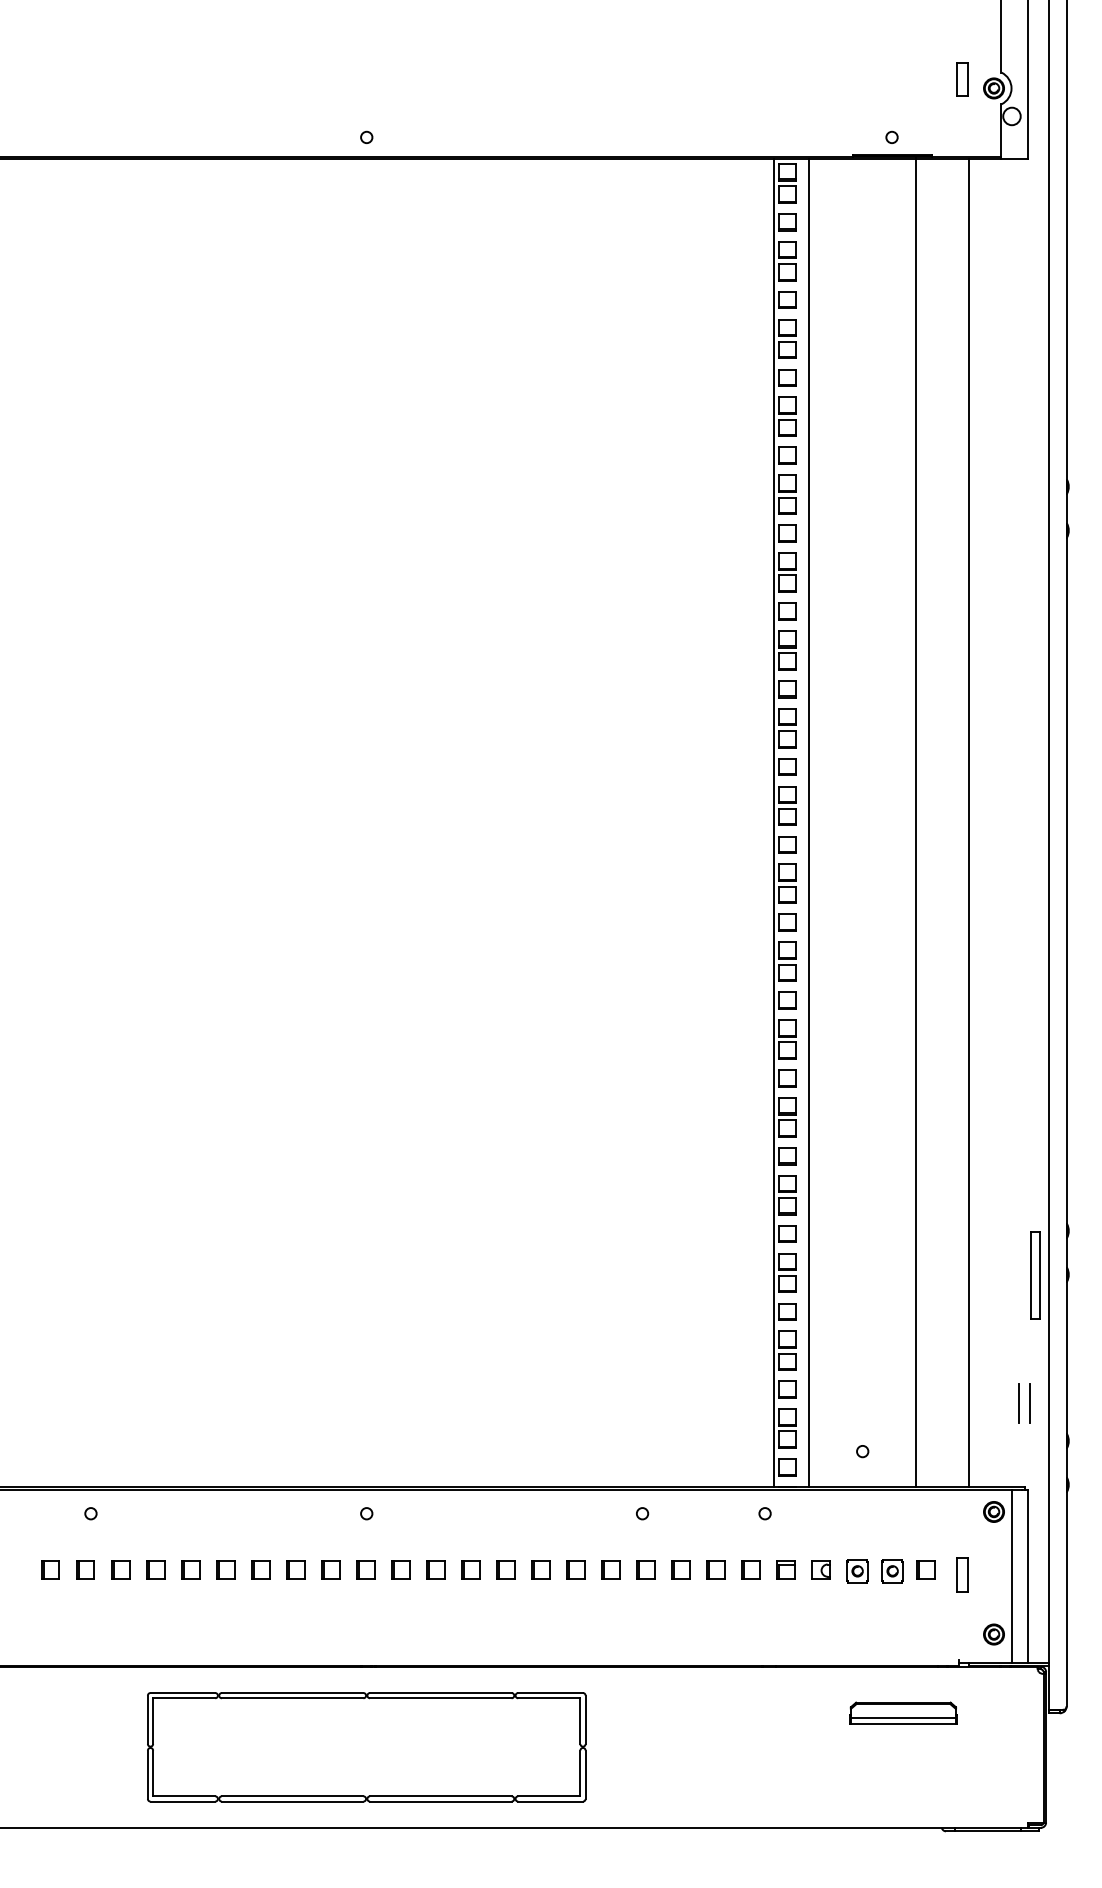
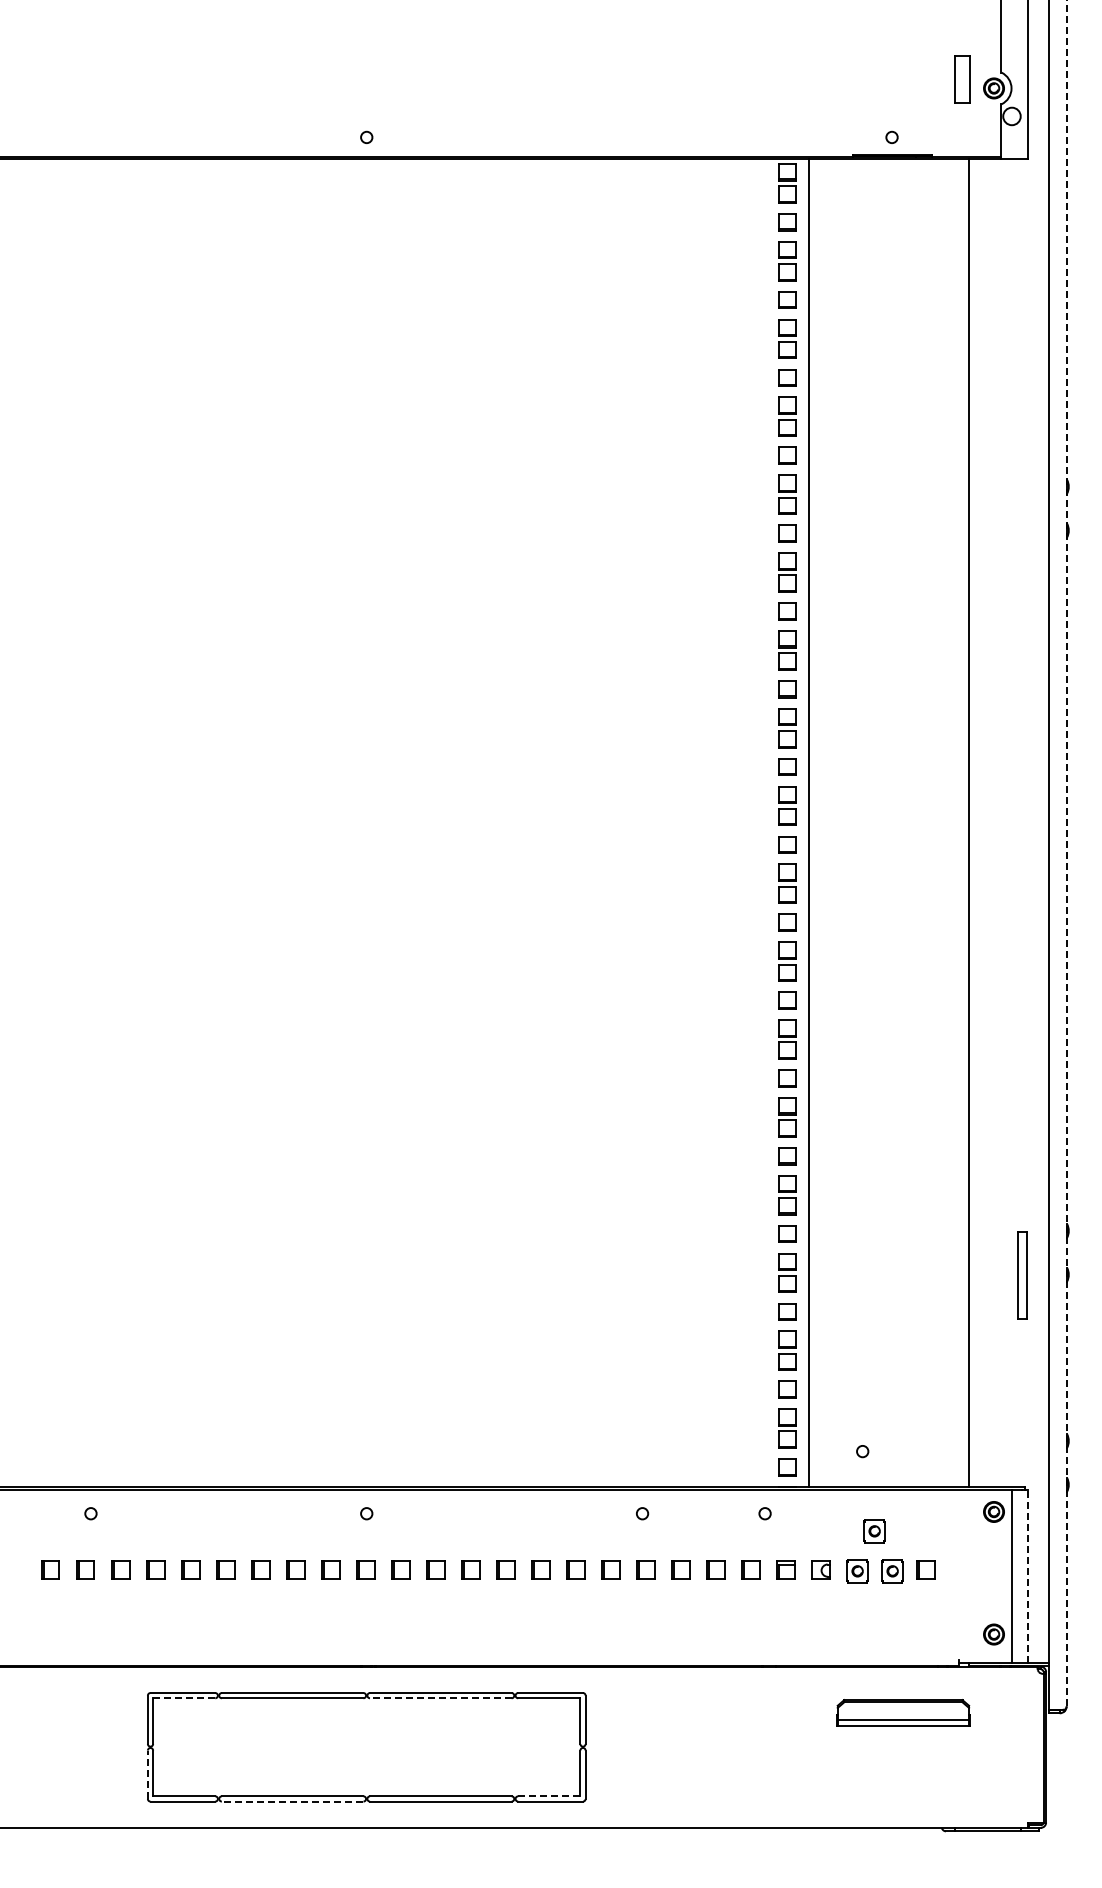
part at (962, 79) size: 13x35 px -> 17x49 px
line at (774, 823): present -> none
line at (916, 823): present -> none
line at (1066, 853): solid -> dashed
part at (1035, 1275) position: (1035, 1275) -> (1022, 1275)
line at (1019, 1403): present -> none
line at (1029, 1403): present -> none
part at (874, 1531): none -> present
part at (962, 1574): present -> none
line at (1027, 1576): solid -> dashed
line at (183, 1698): solid -> dashed
line at (440, 1698): solid -> dashed
part at (903, 1712) size: 109x24 px -> 135x28 px
line at (147, 1774): solid -> dashed
line at (549, 1796): solid -> dashed
line at (292, 1801): solid -> dashed
